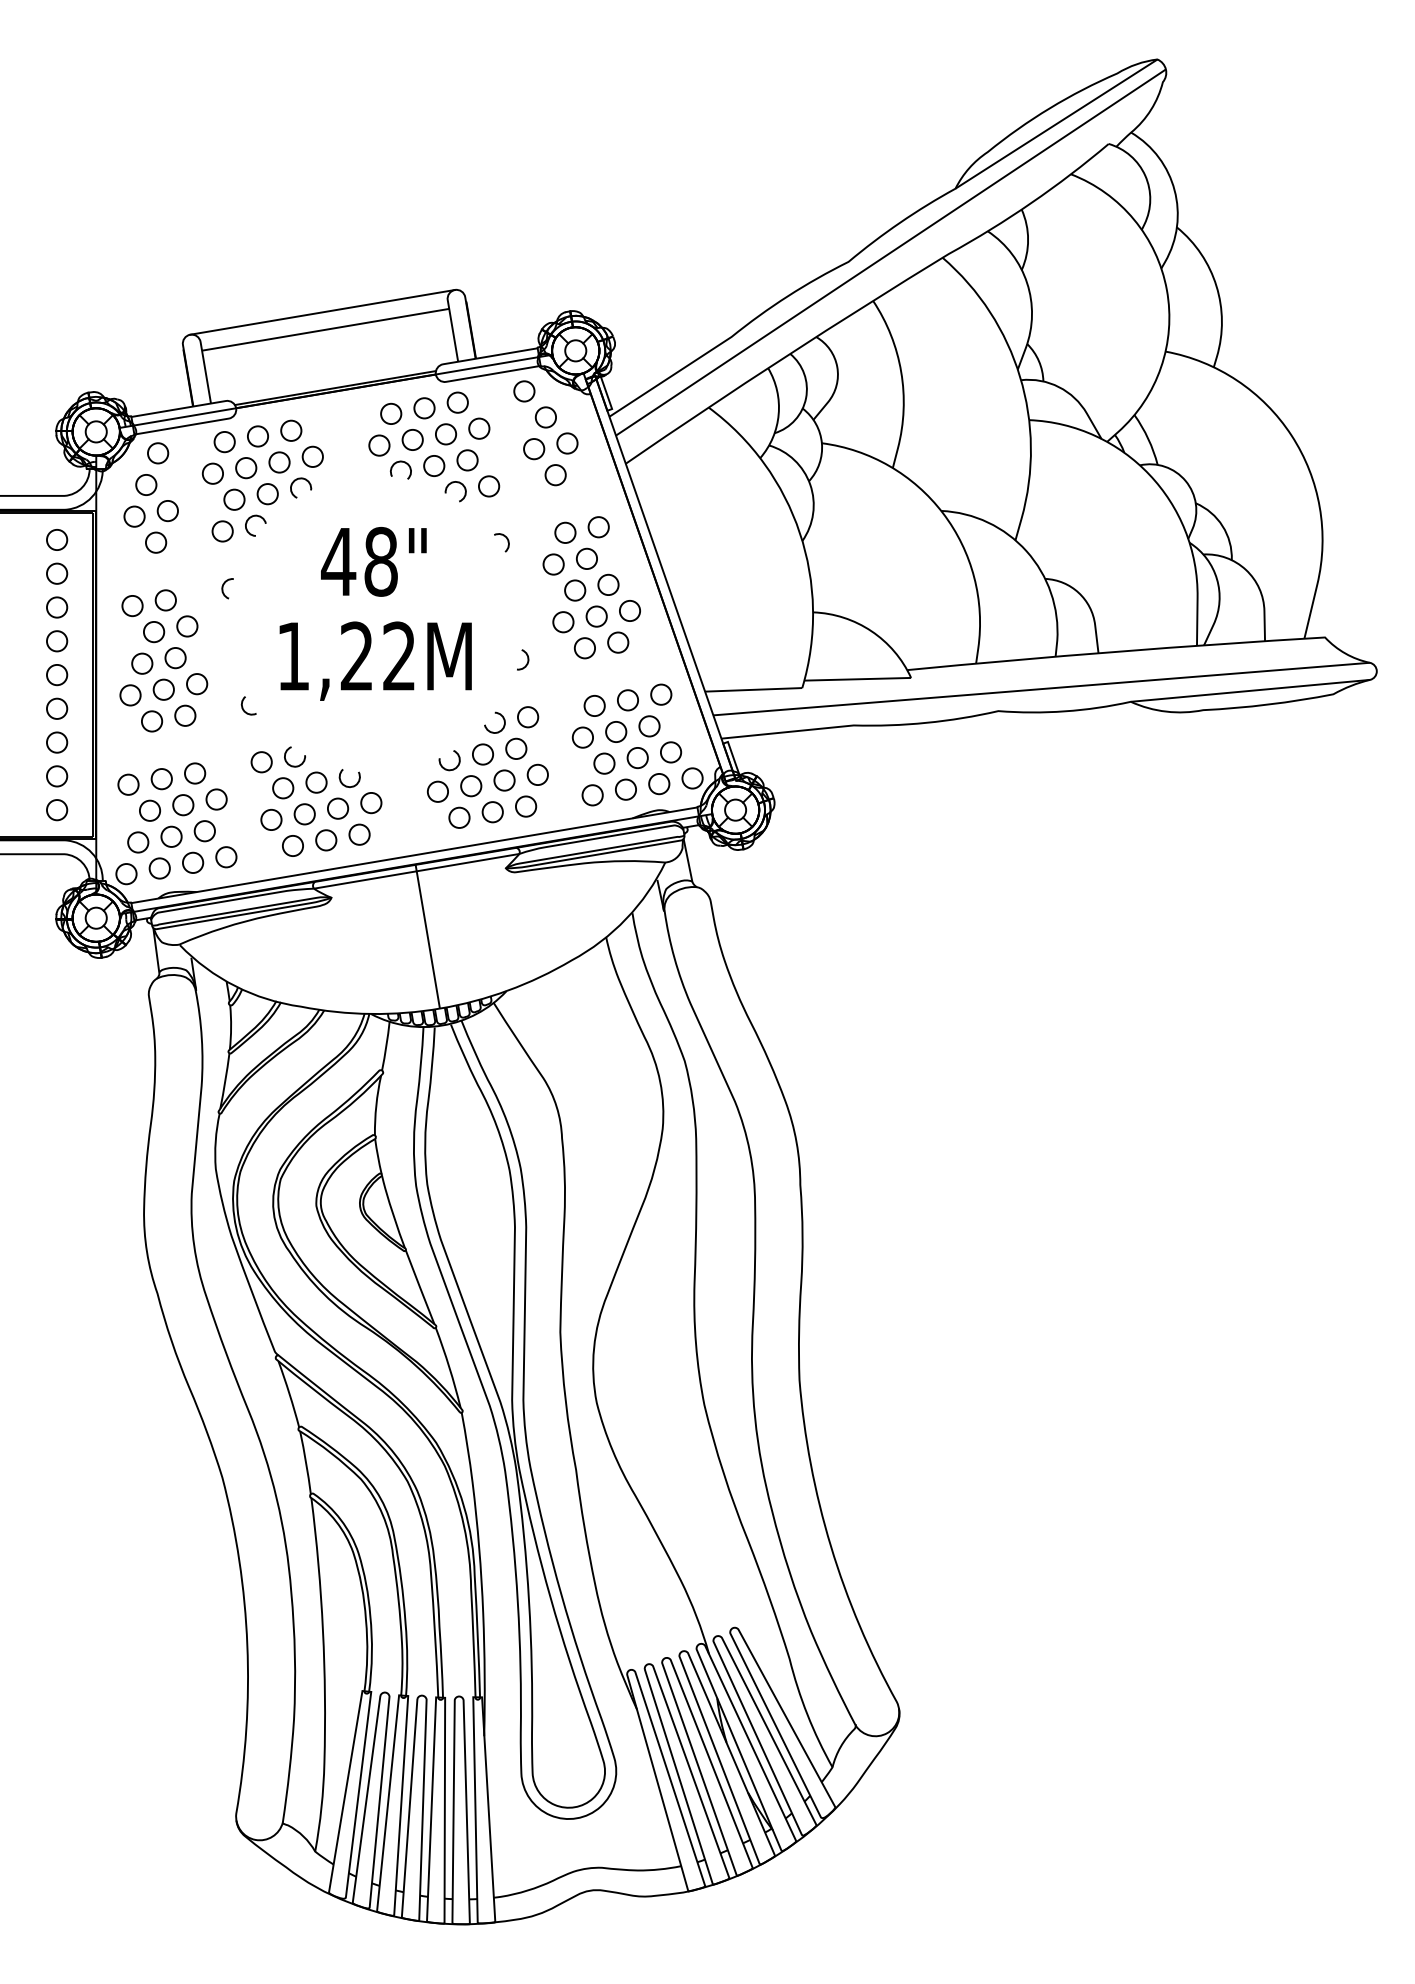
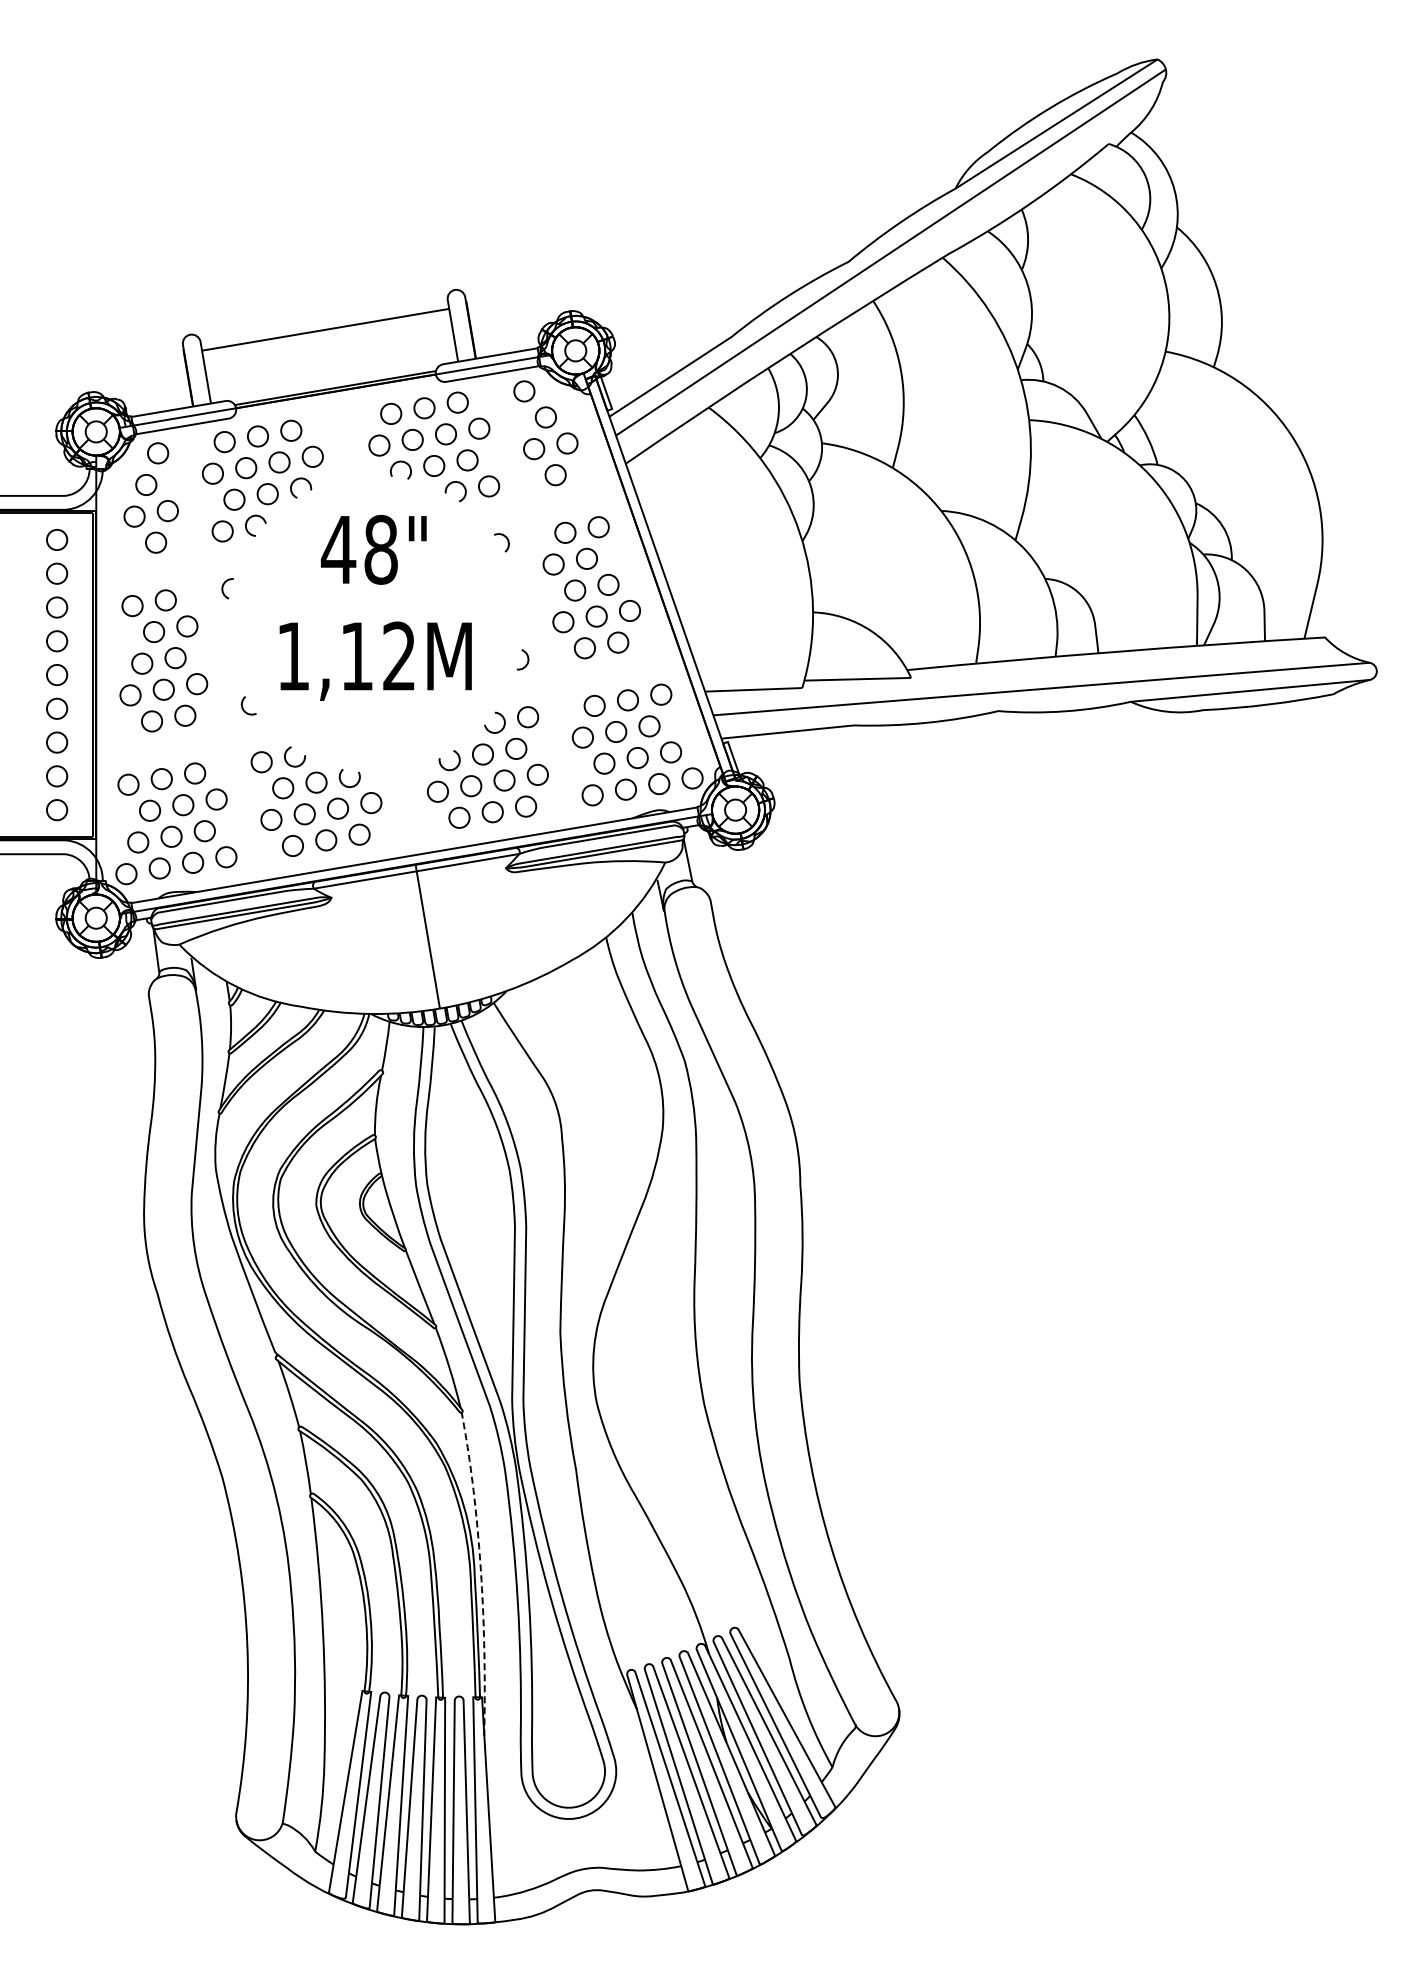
line at (322, 311): present -> none
text at (373, 561) position: (373, 561) -> (373, 549)
text at (356, 655): 1,22M -> 1,12M
line at (480, 1572): solid -> dashed
